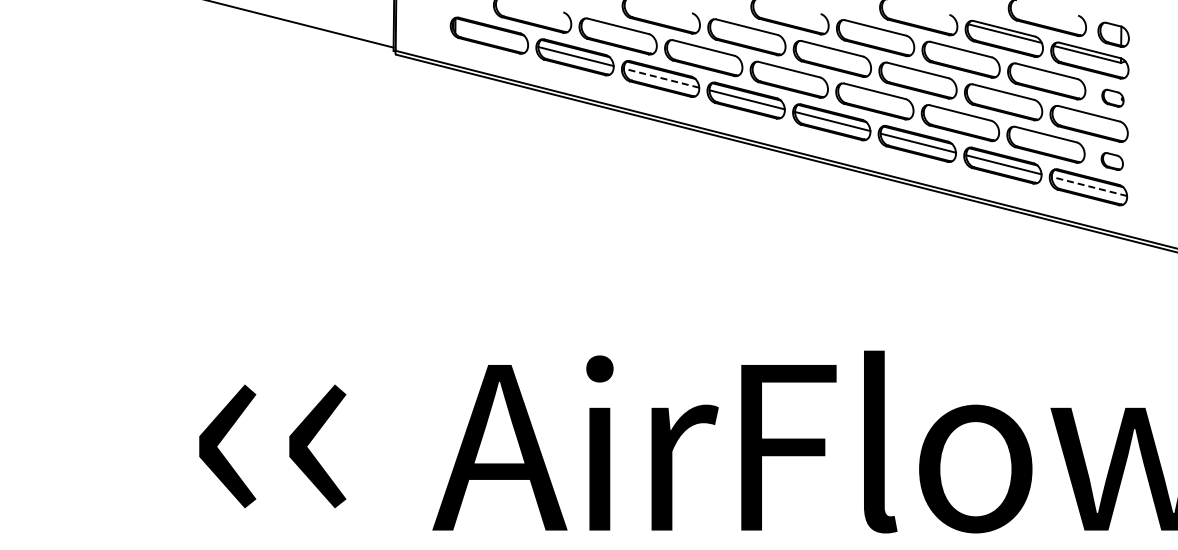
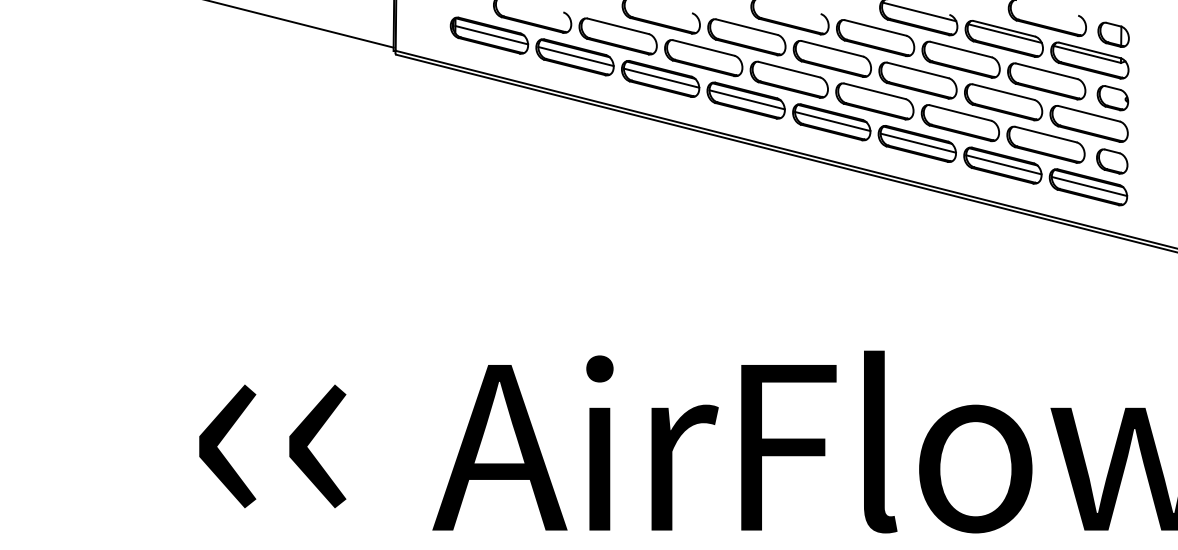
line at (919, 11): none -> present
line at (491, 35): none -> present
line at (661, 78): dashed -> solid
part at (1112, 97) size: 24x20 px -> 34x27 px
part at (1111, 161) size: 24x19 px -> 33x27 px
line at (1089, 186): dashed -> solid
